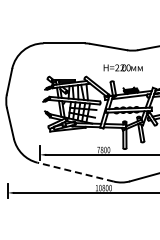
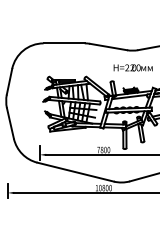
text at (122, 67) position: (122, 67) -> (132, 67)
line at (75, 172): dashed -> solid
